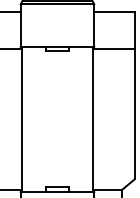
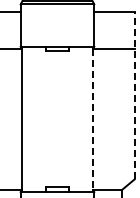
line at (134, 95): solid -> dashed
line at (93, 119): solid -> dashed
